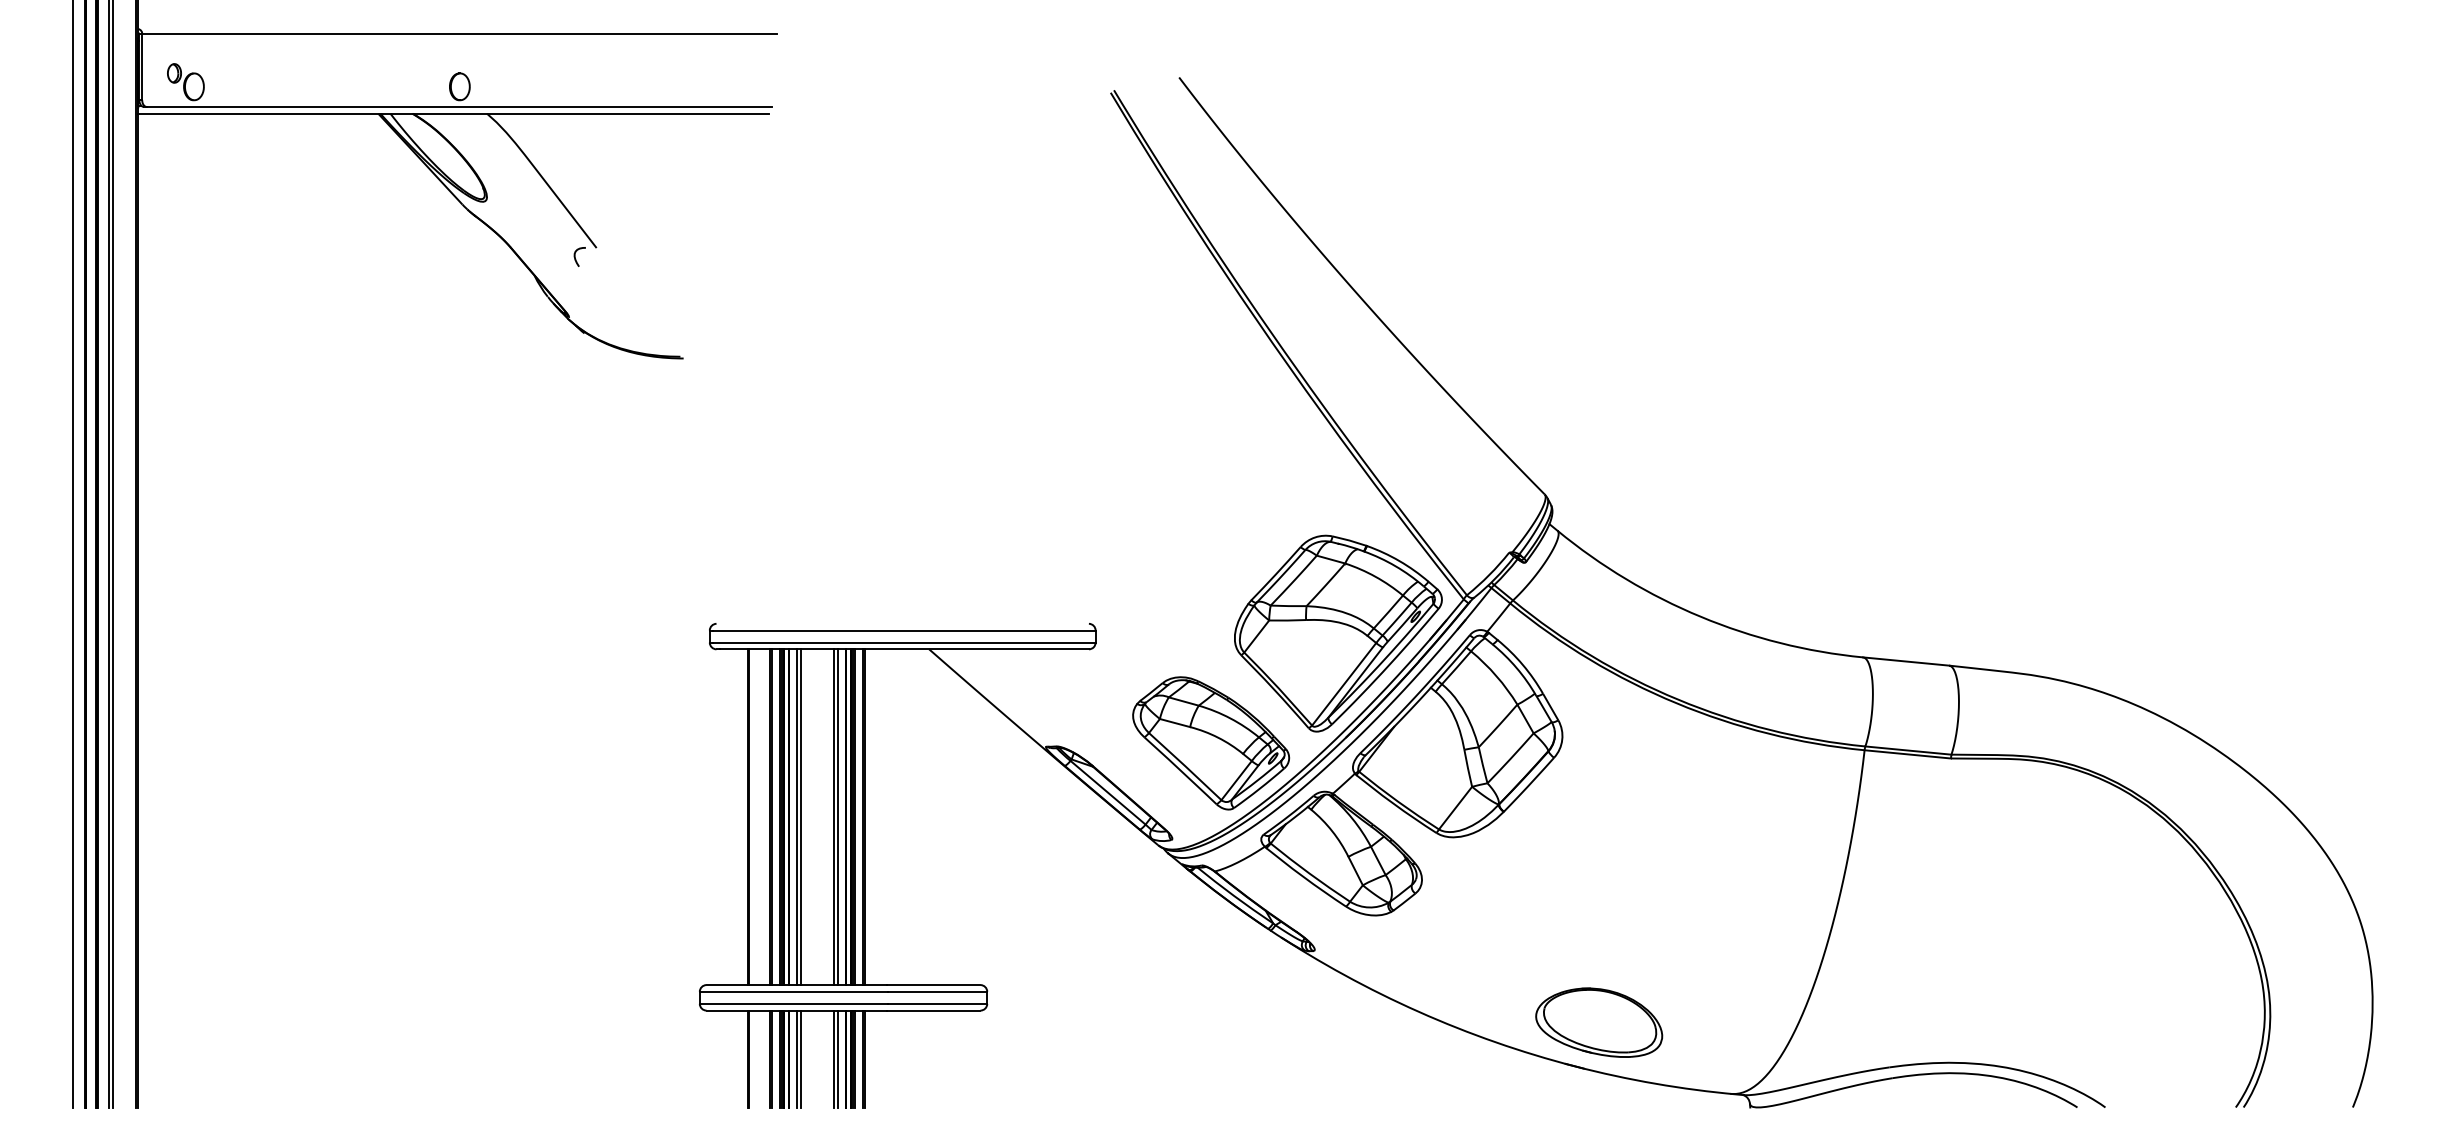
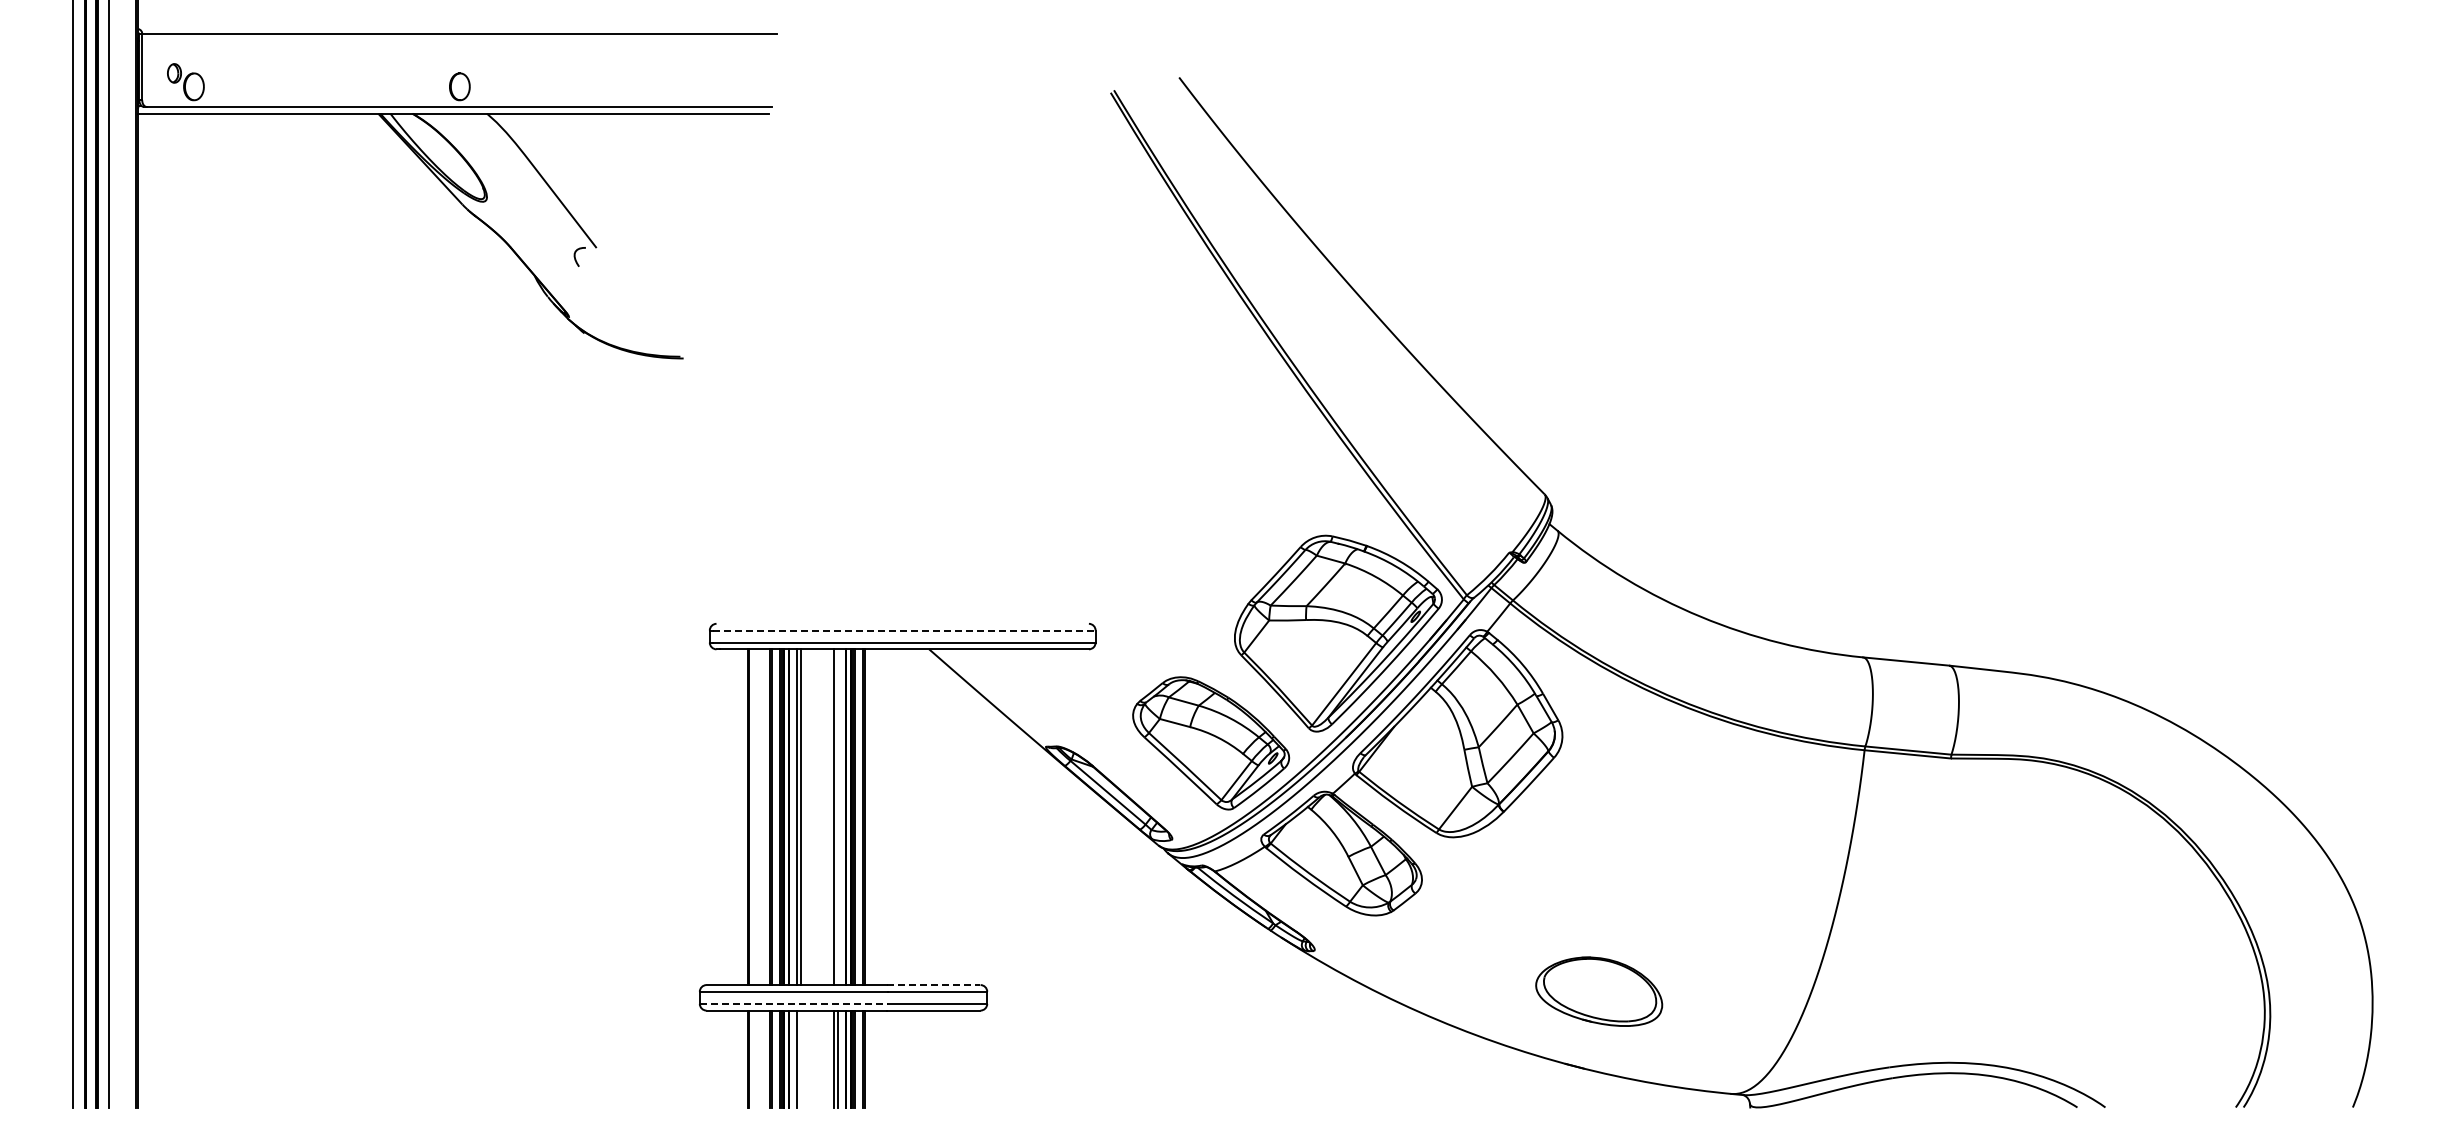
line at (113, 554): present -> none
line at (905, 630): solid -> dashed
line at (837, 817): present -> none
line at (933, 985): solid -> dashed
line at (794, 1003): solid -> dashed
part at (1599, 1022) position: (1599, 1022) -> (1599, 991)
line at (801, 1058): present -> none
